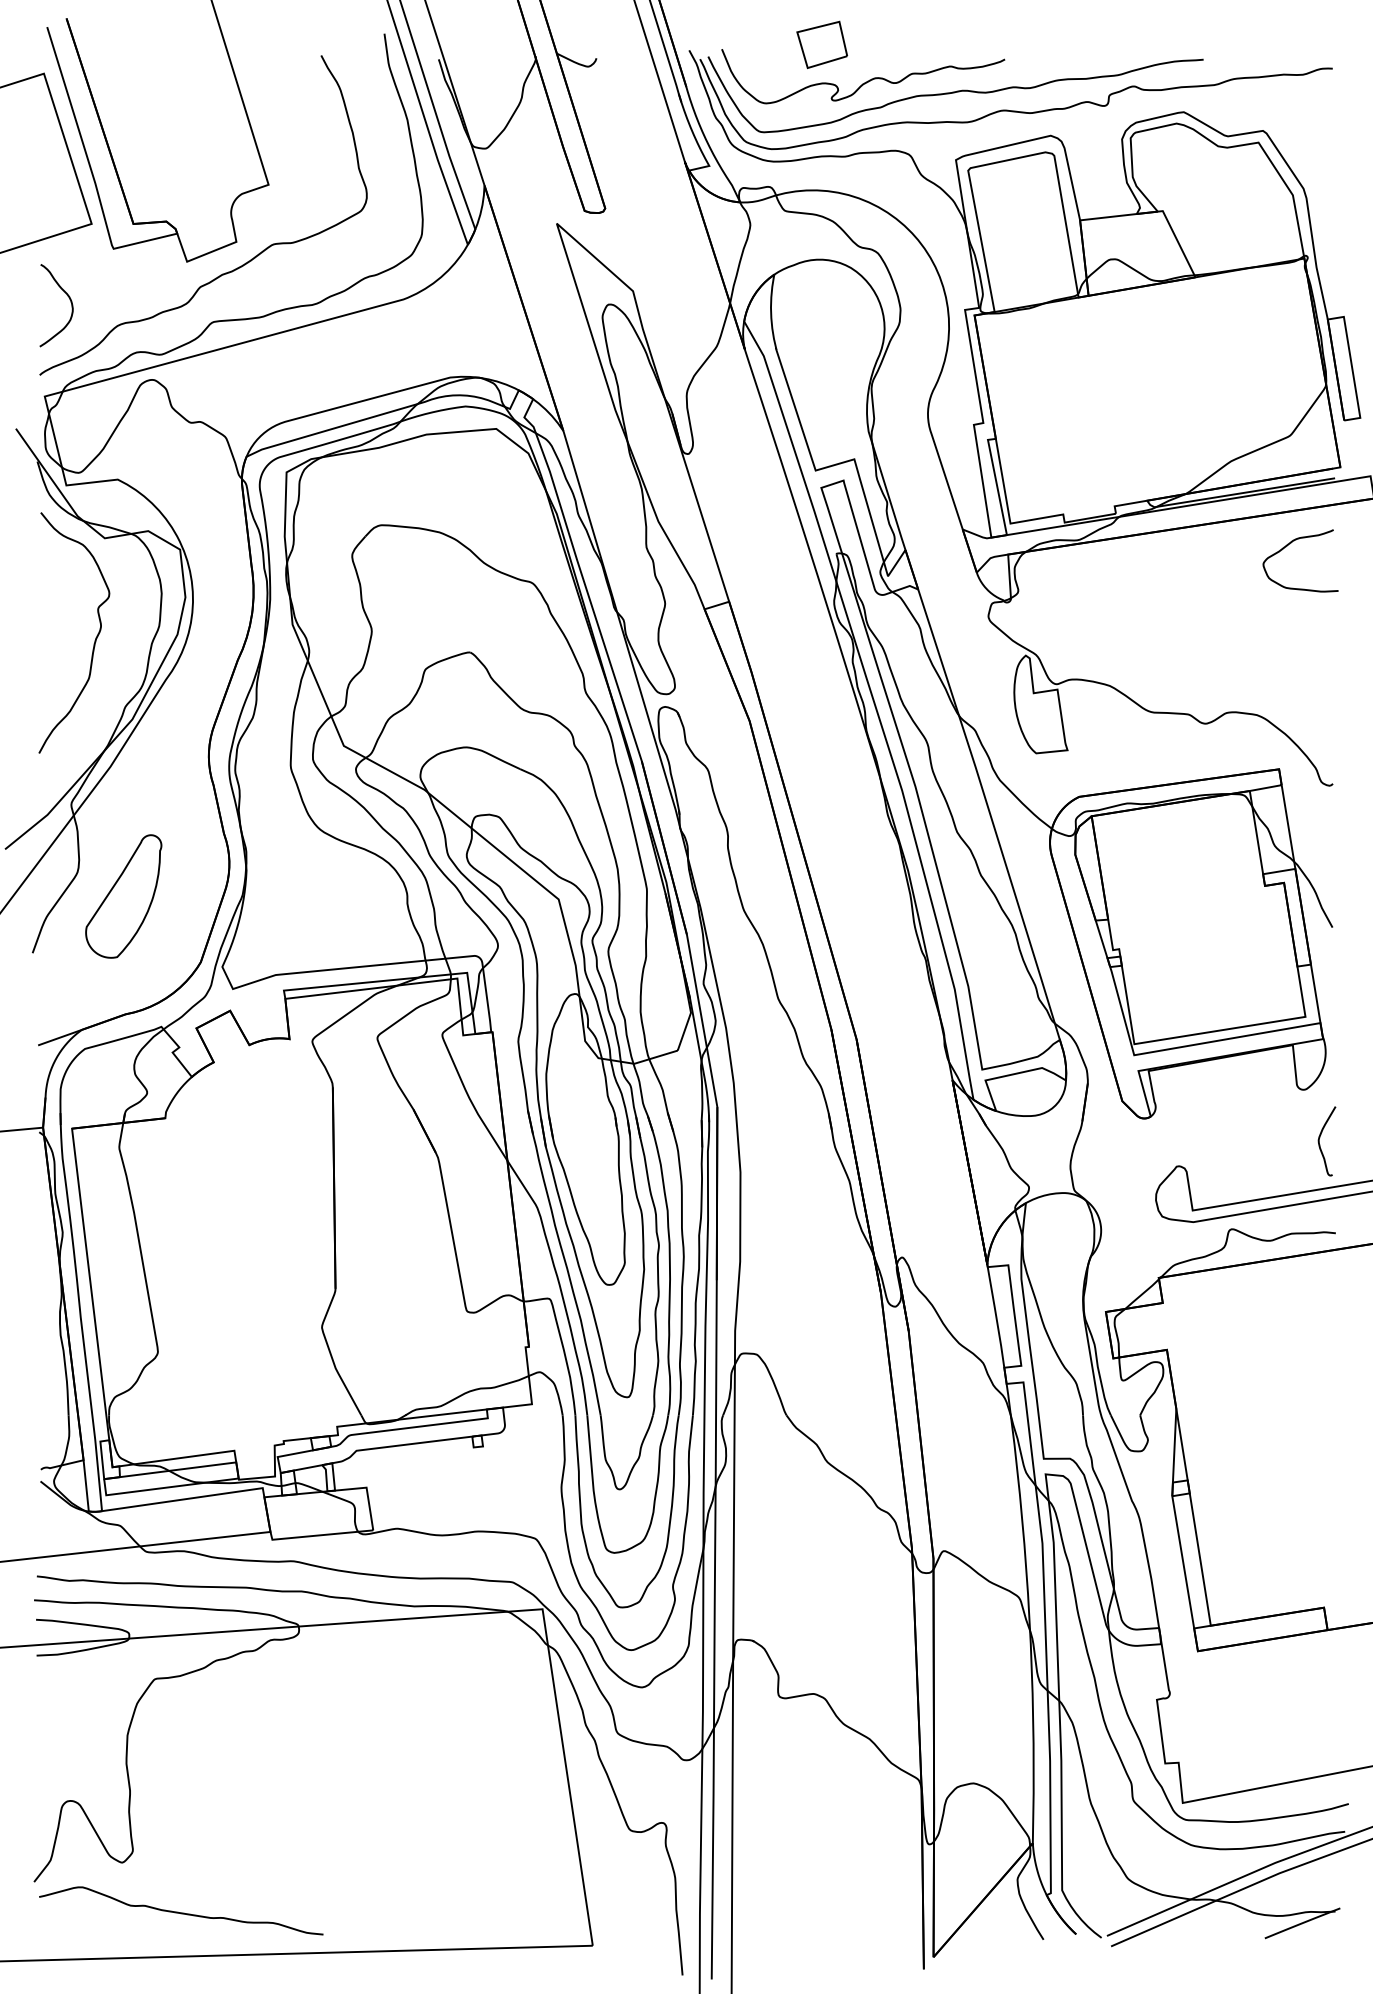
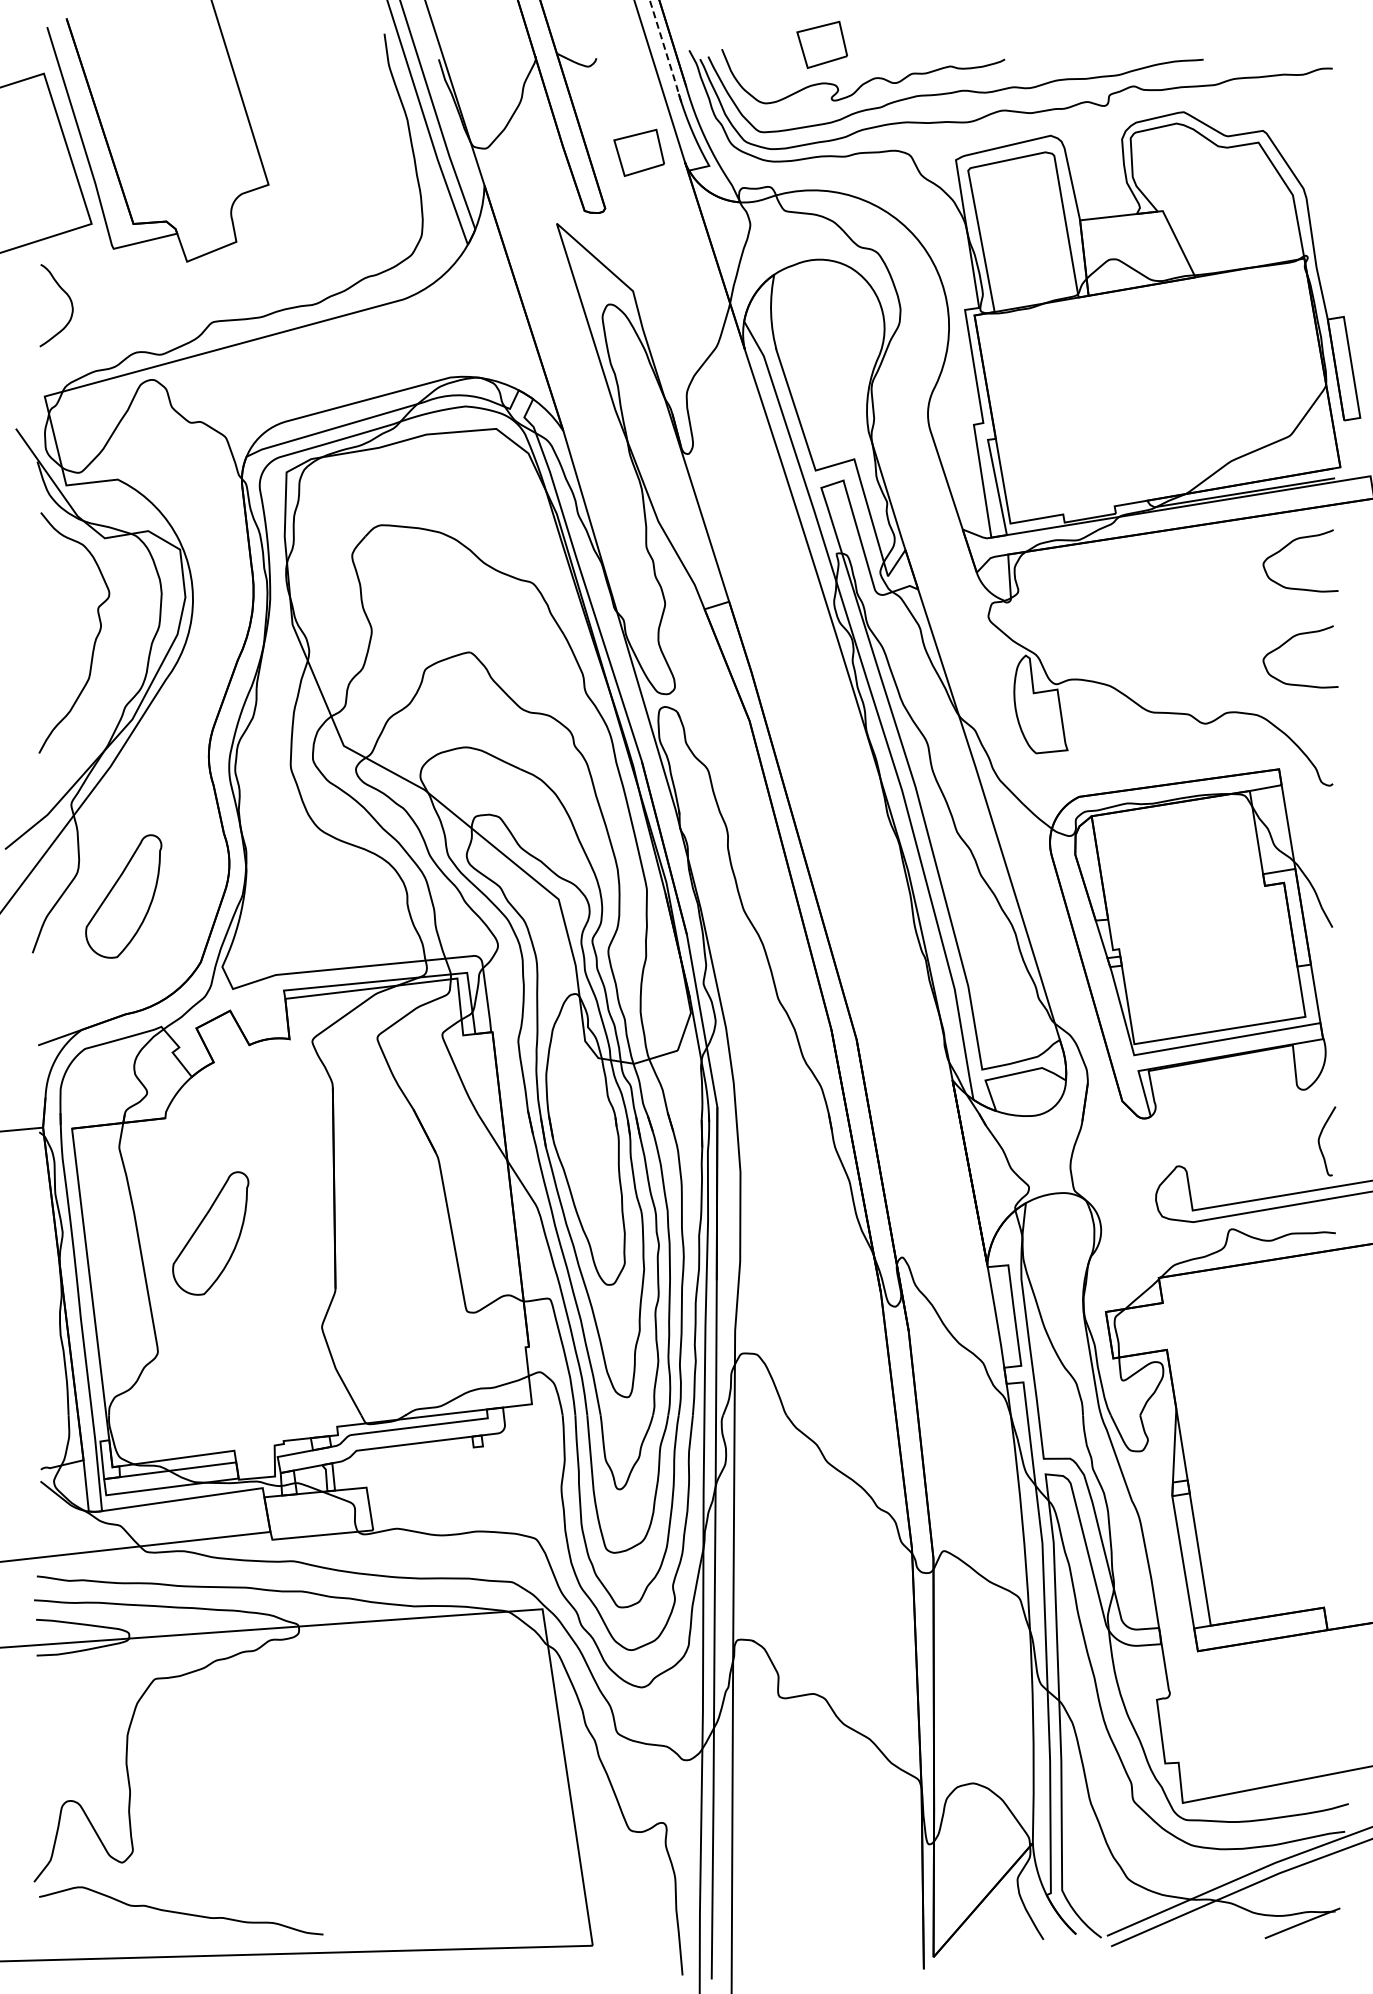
line at (665, 51): solid -> dashed
part at (638, 152): none -> present
curve at (222, 273): present -> none
curve at (1287, 642): none -> present
part at (210, 1233): none -> present
